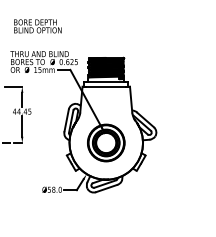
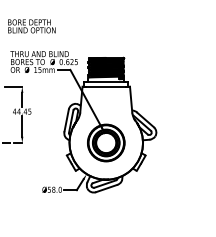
text at (37, 26) position: (37, 26) -> (31, 26)
